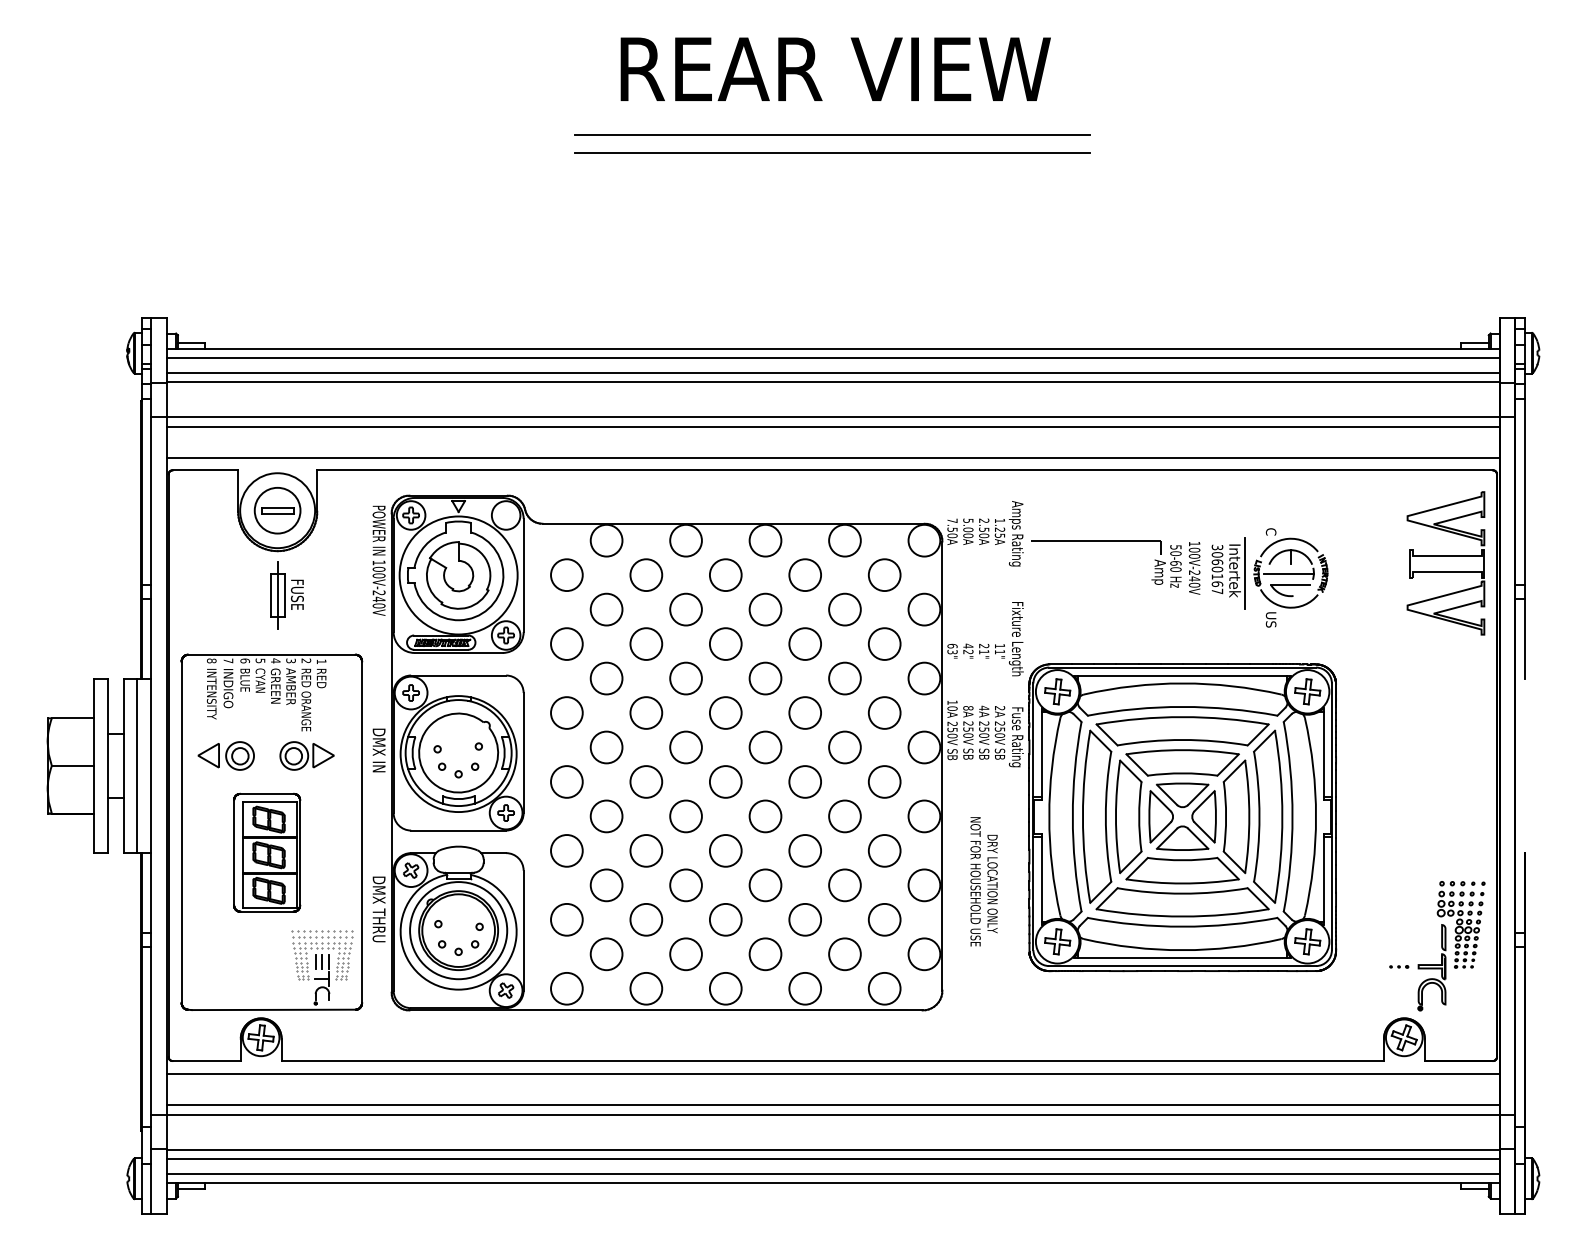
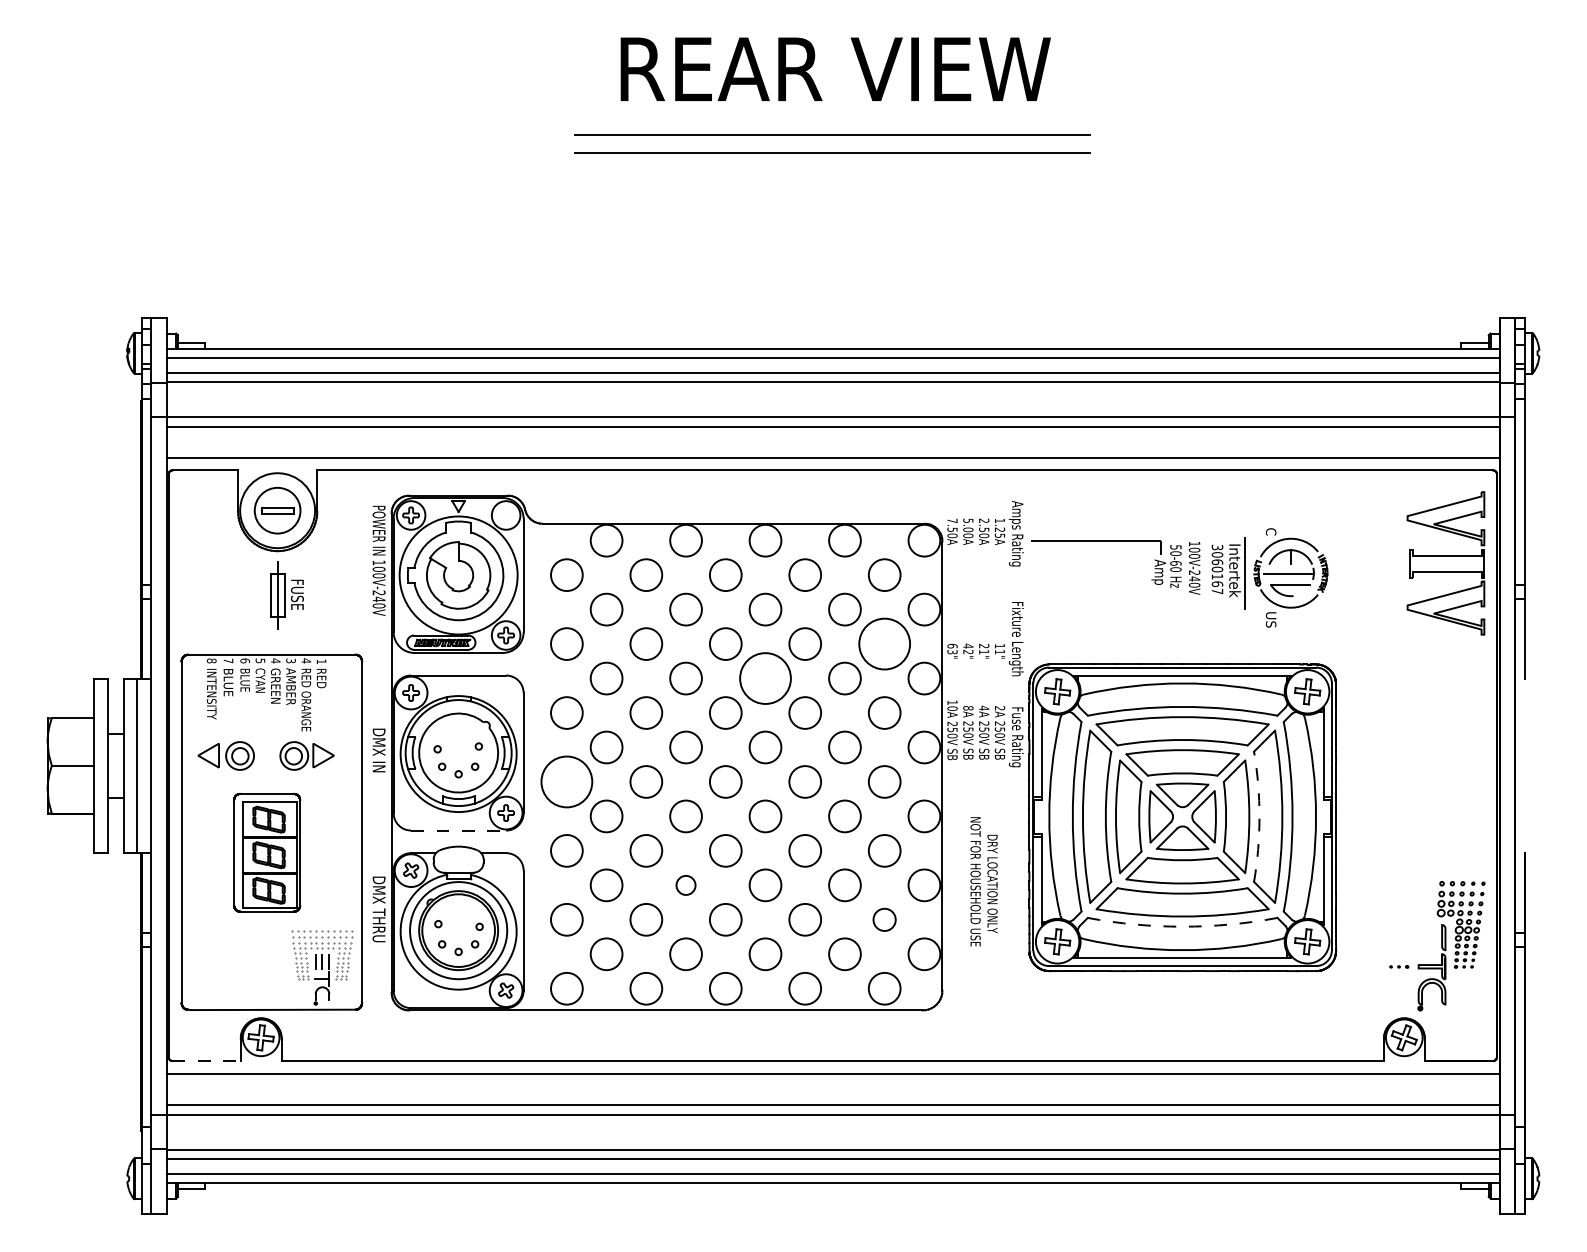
circle at (884, 643) diameter: 32 px -> 51 px
text at (306, 660): 2 -> 4
circle at (765, 678) diameter: 32 px -> 51 px
text at (228, 689): INDIGO -> BLUE
circle at (566, 781) diameter: 32 px -> 51 px
arc at (1259, 816): solid -> dashed
line at (458, 830): solid -> dashed
circle at (685, 885) size: 34x35 px -> 22x21 px
circle at (884, 919) size: 35x34 px -> 25x25 px
arc at (1182, 926): solid -> dashed
line at (207, 1061): solid -> dashed
